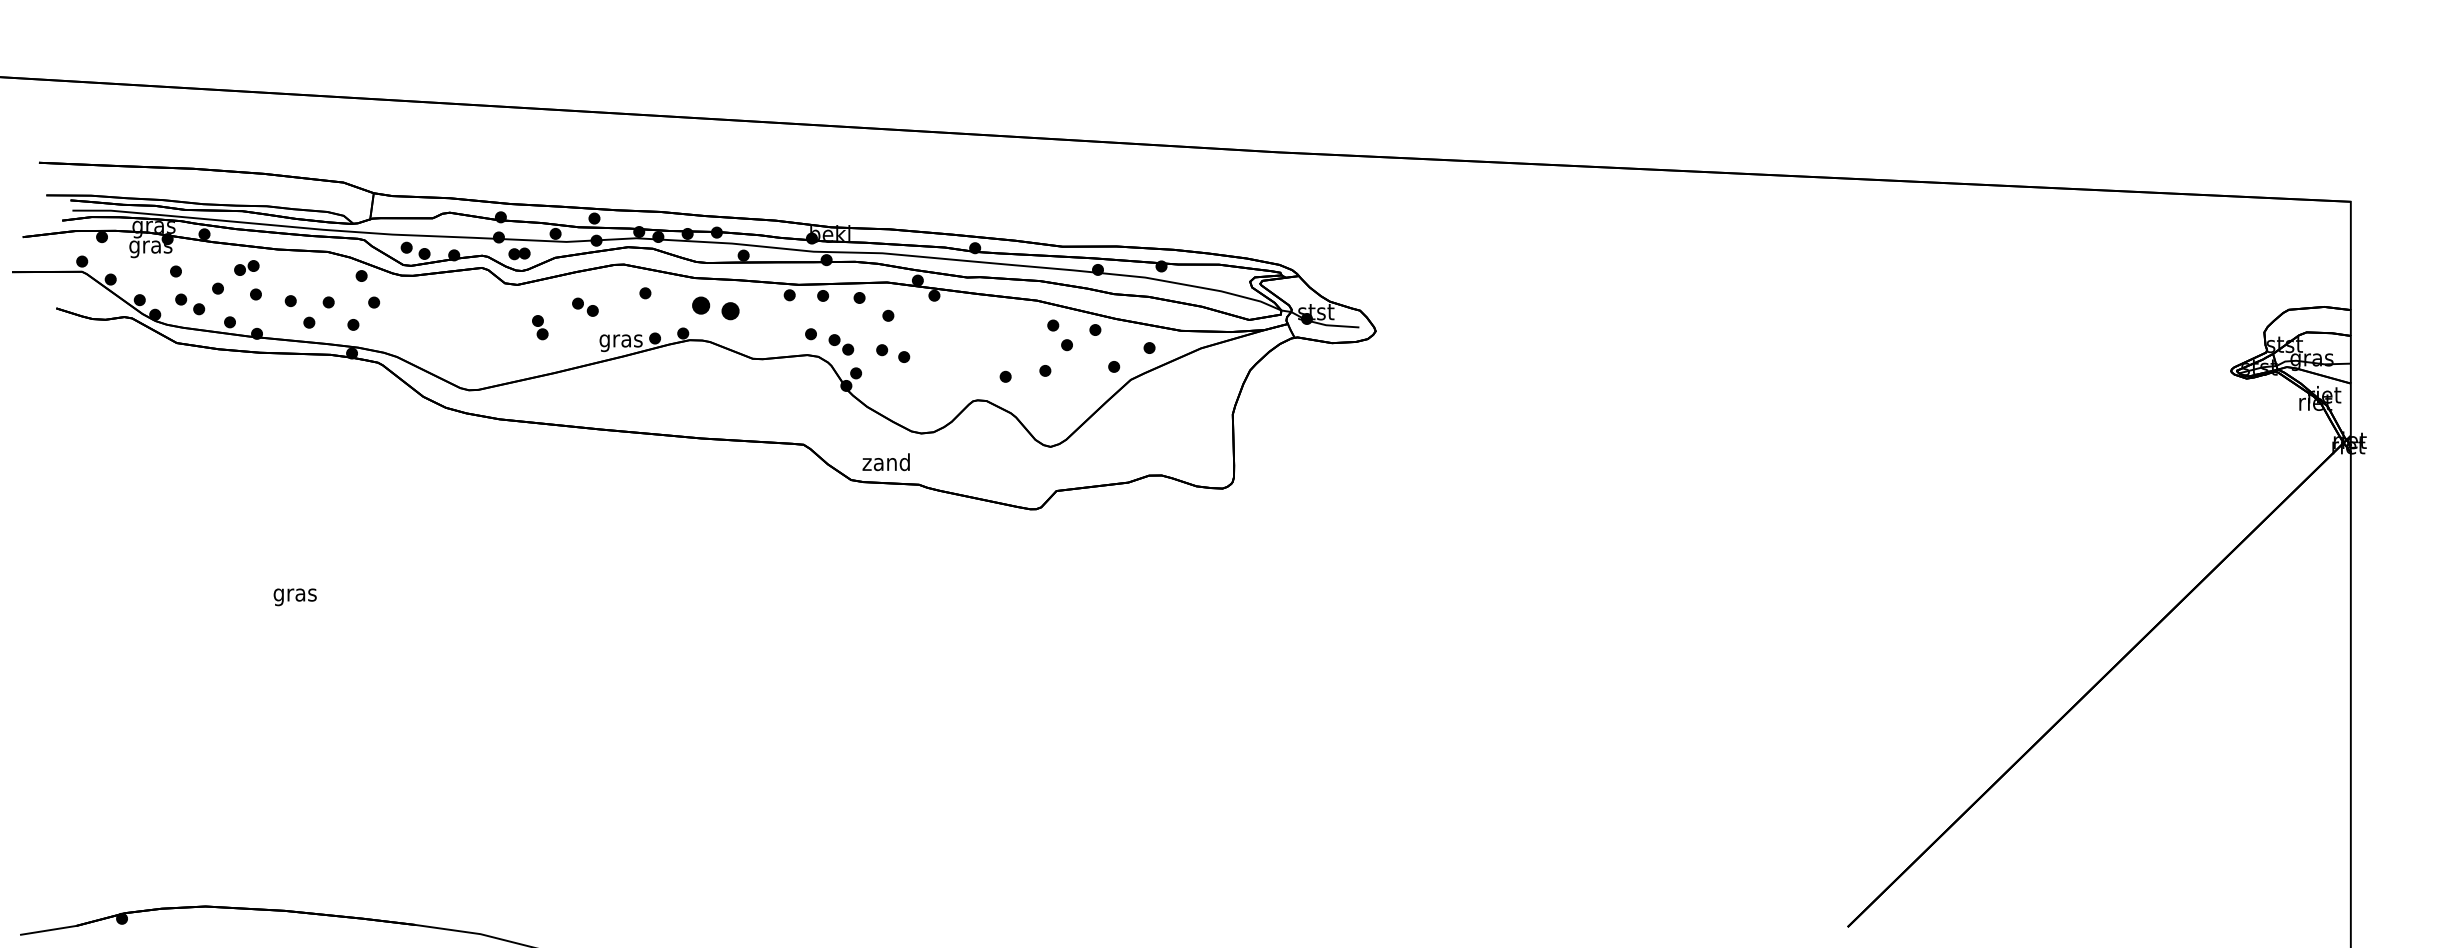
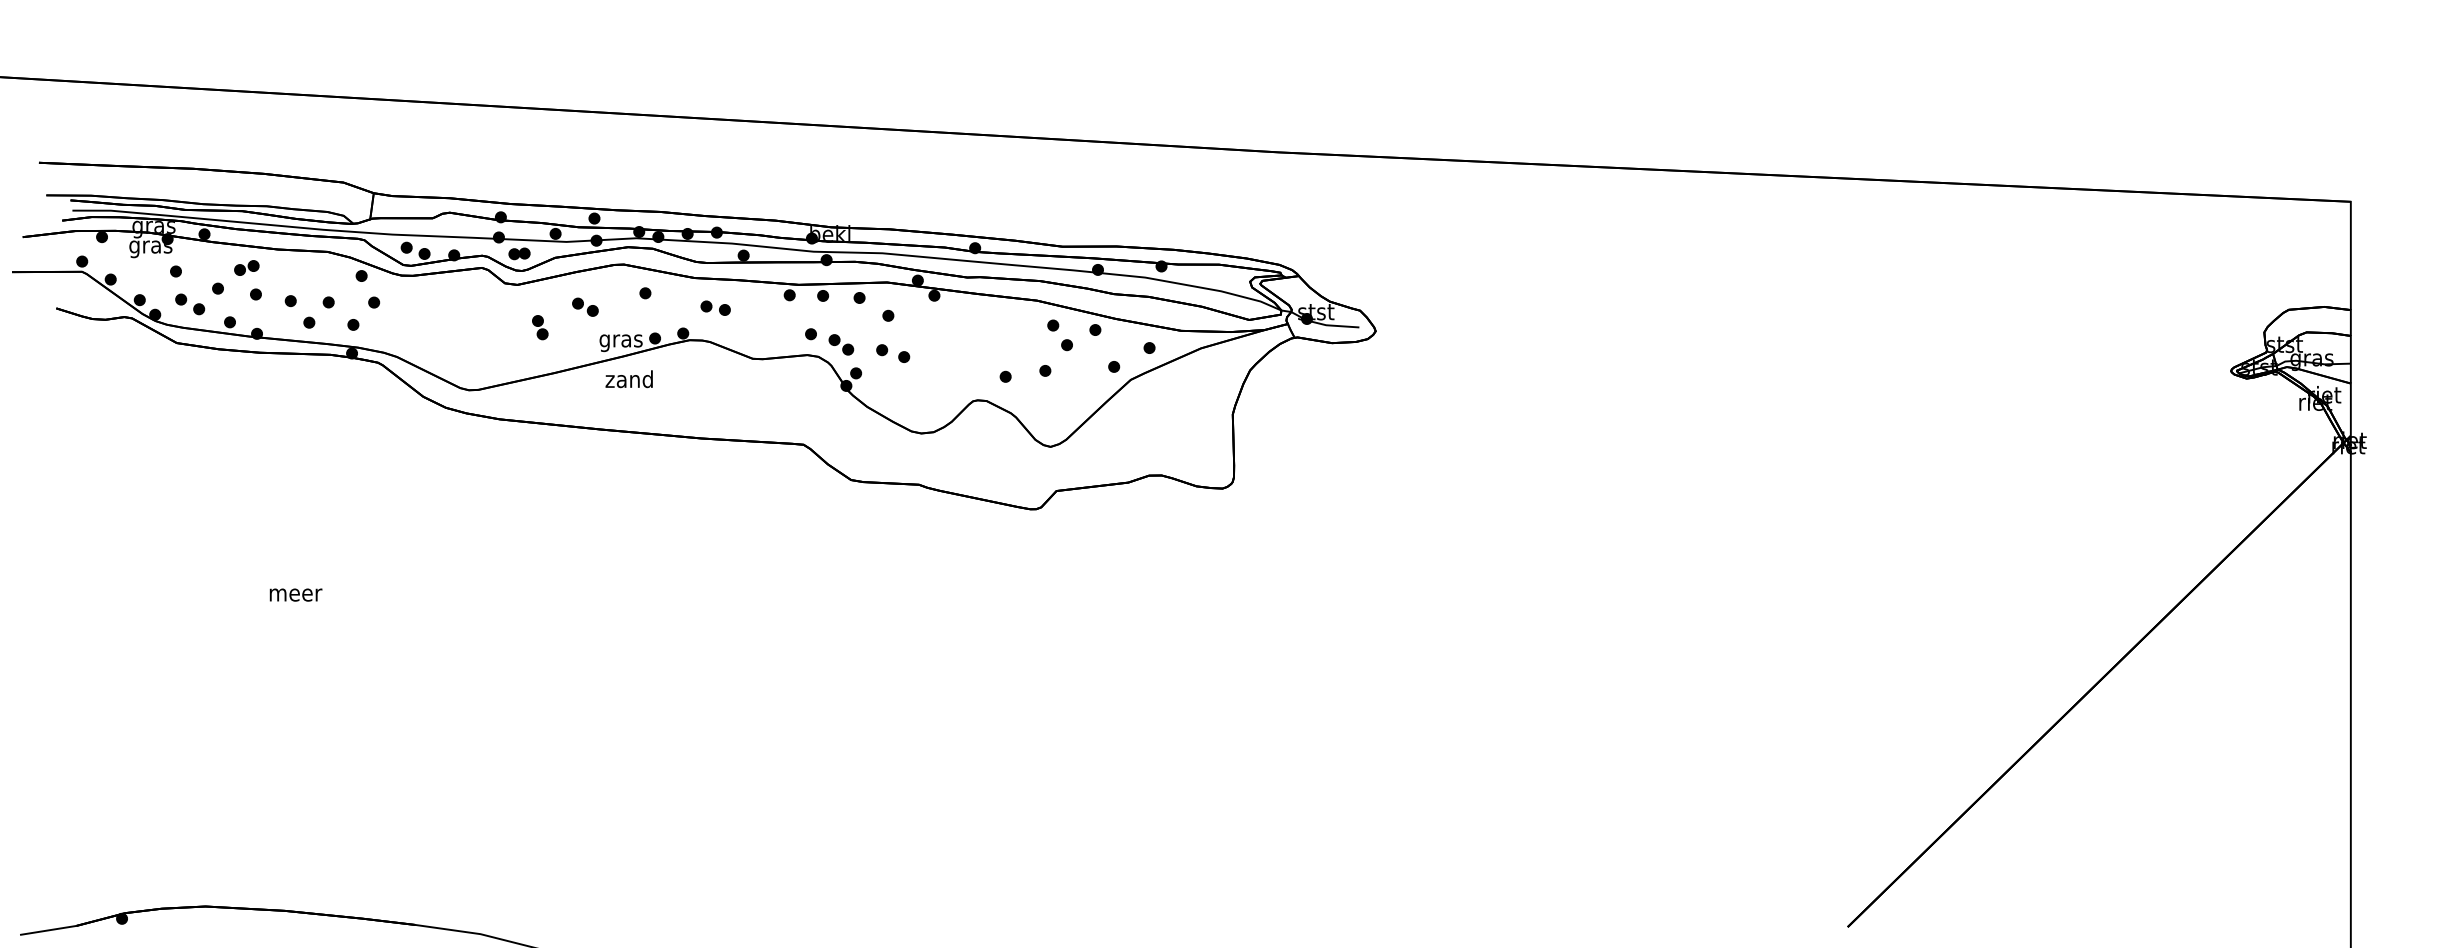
part at (715, 308) size: 48x25 px -> 31x16 px
text at (885, 462) position: (885, 462) -> (628, 379)
text at (295, 597): gras -> meer
